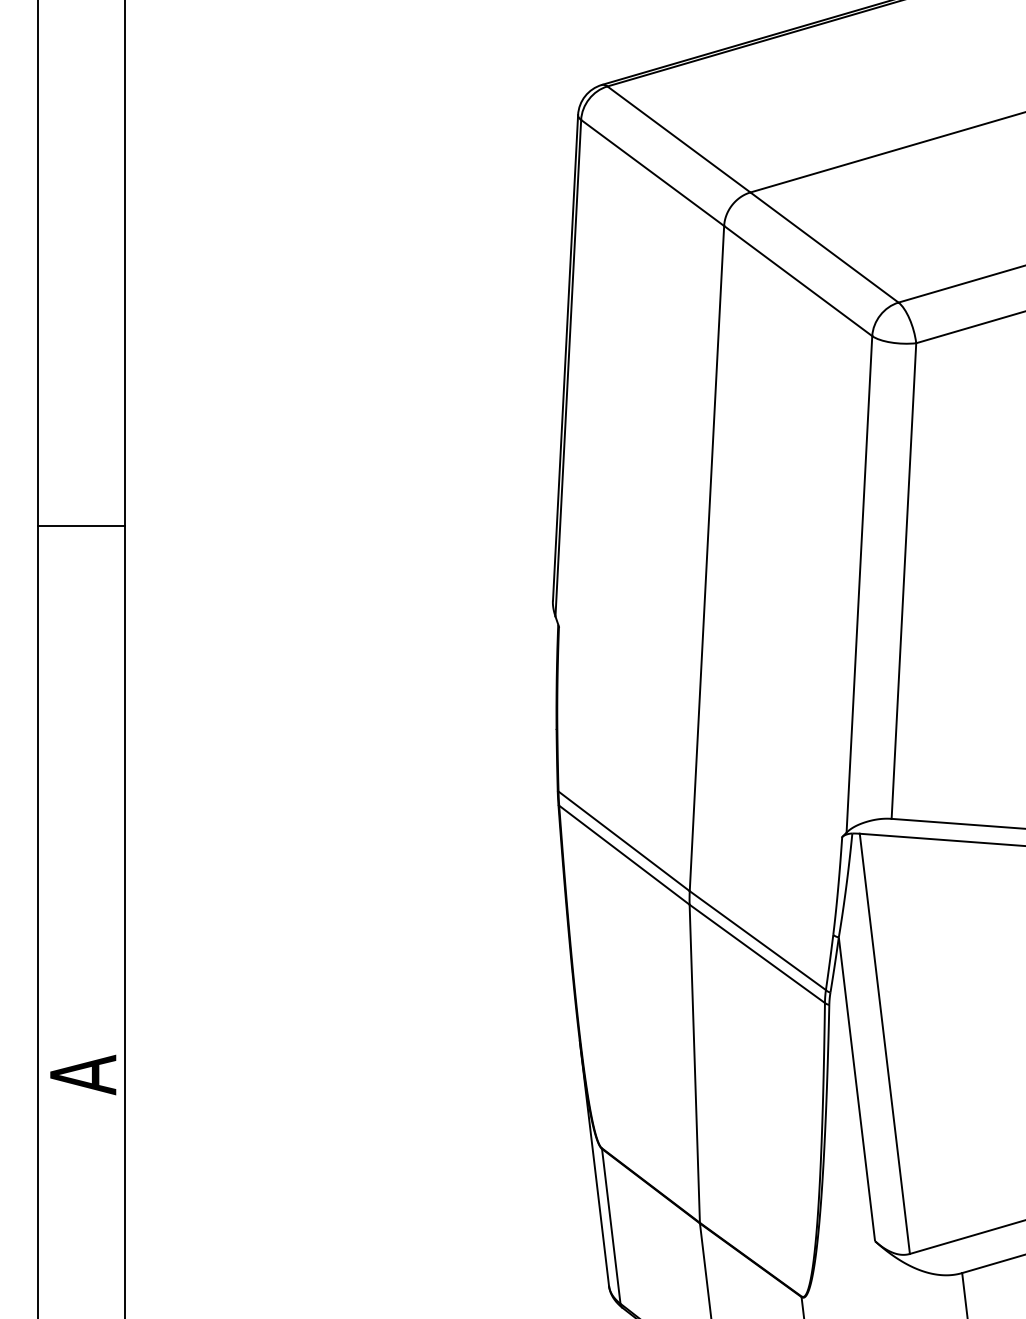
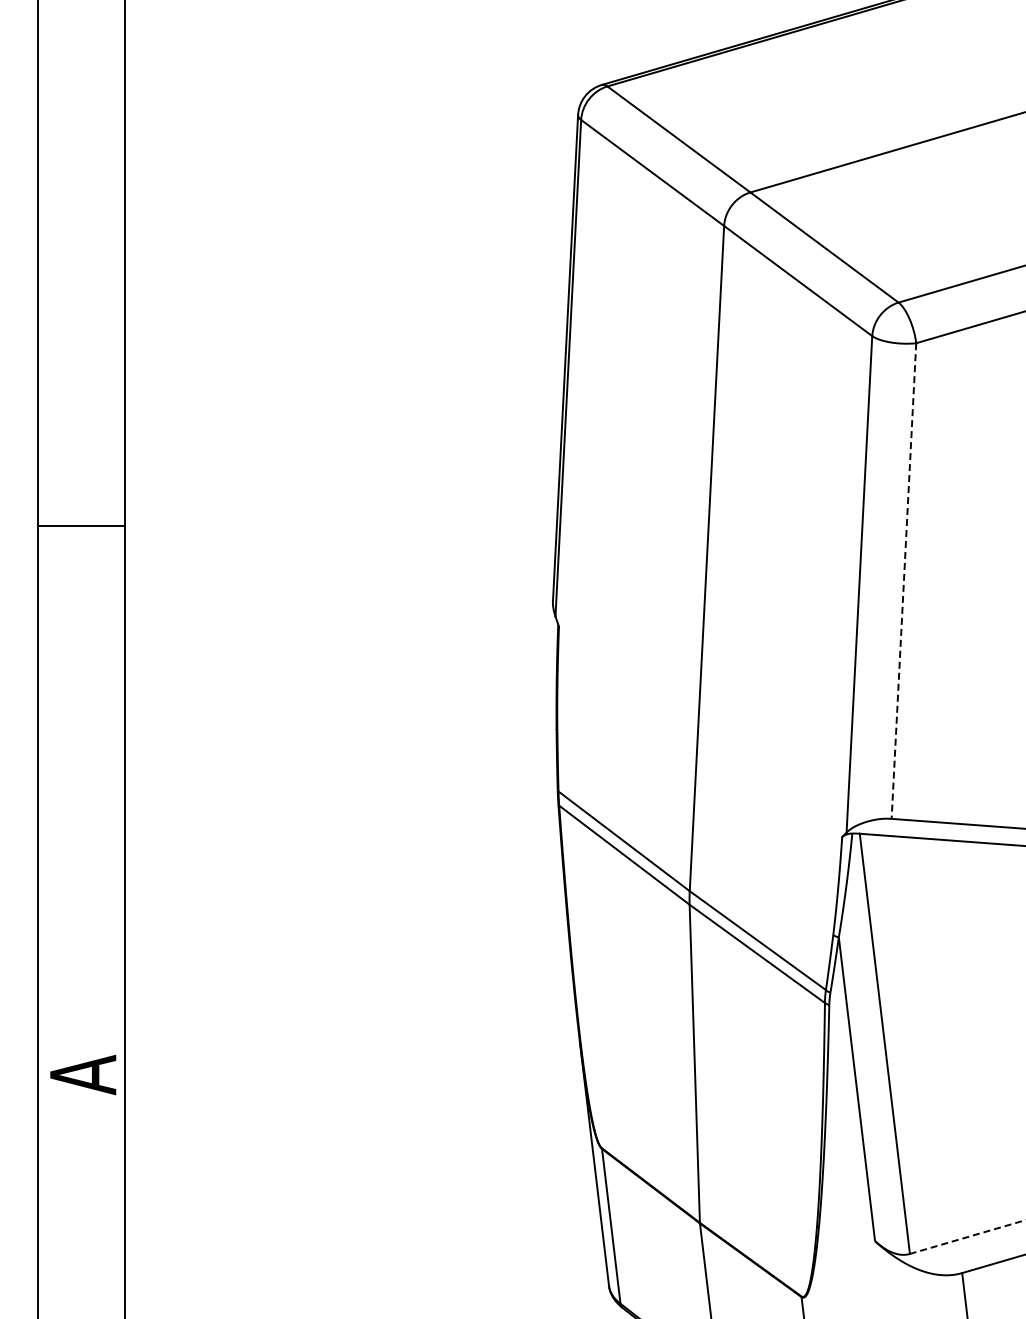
line at (903, 581): solid -> dashed
line at (967, 1237): solid -> dashed
